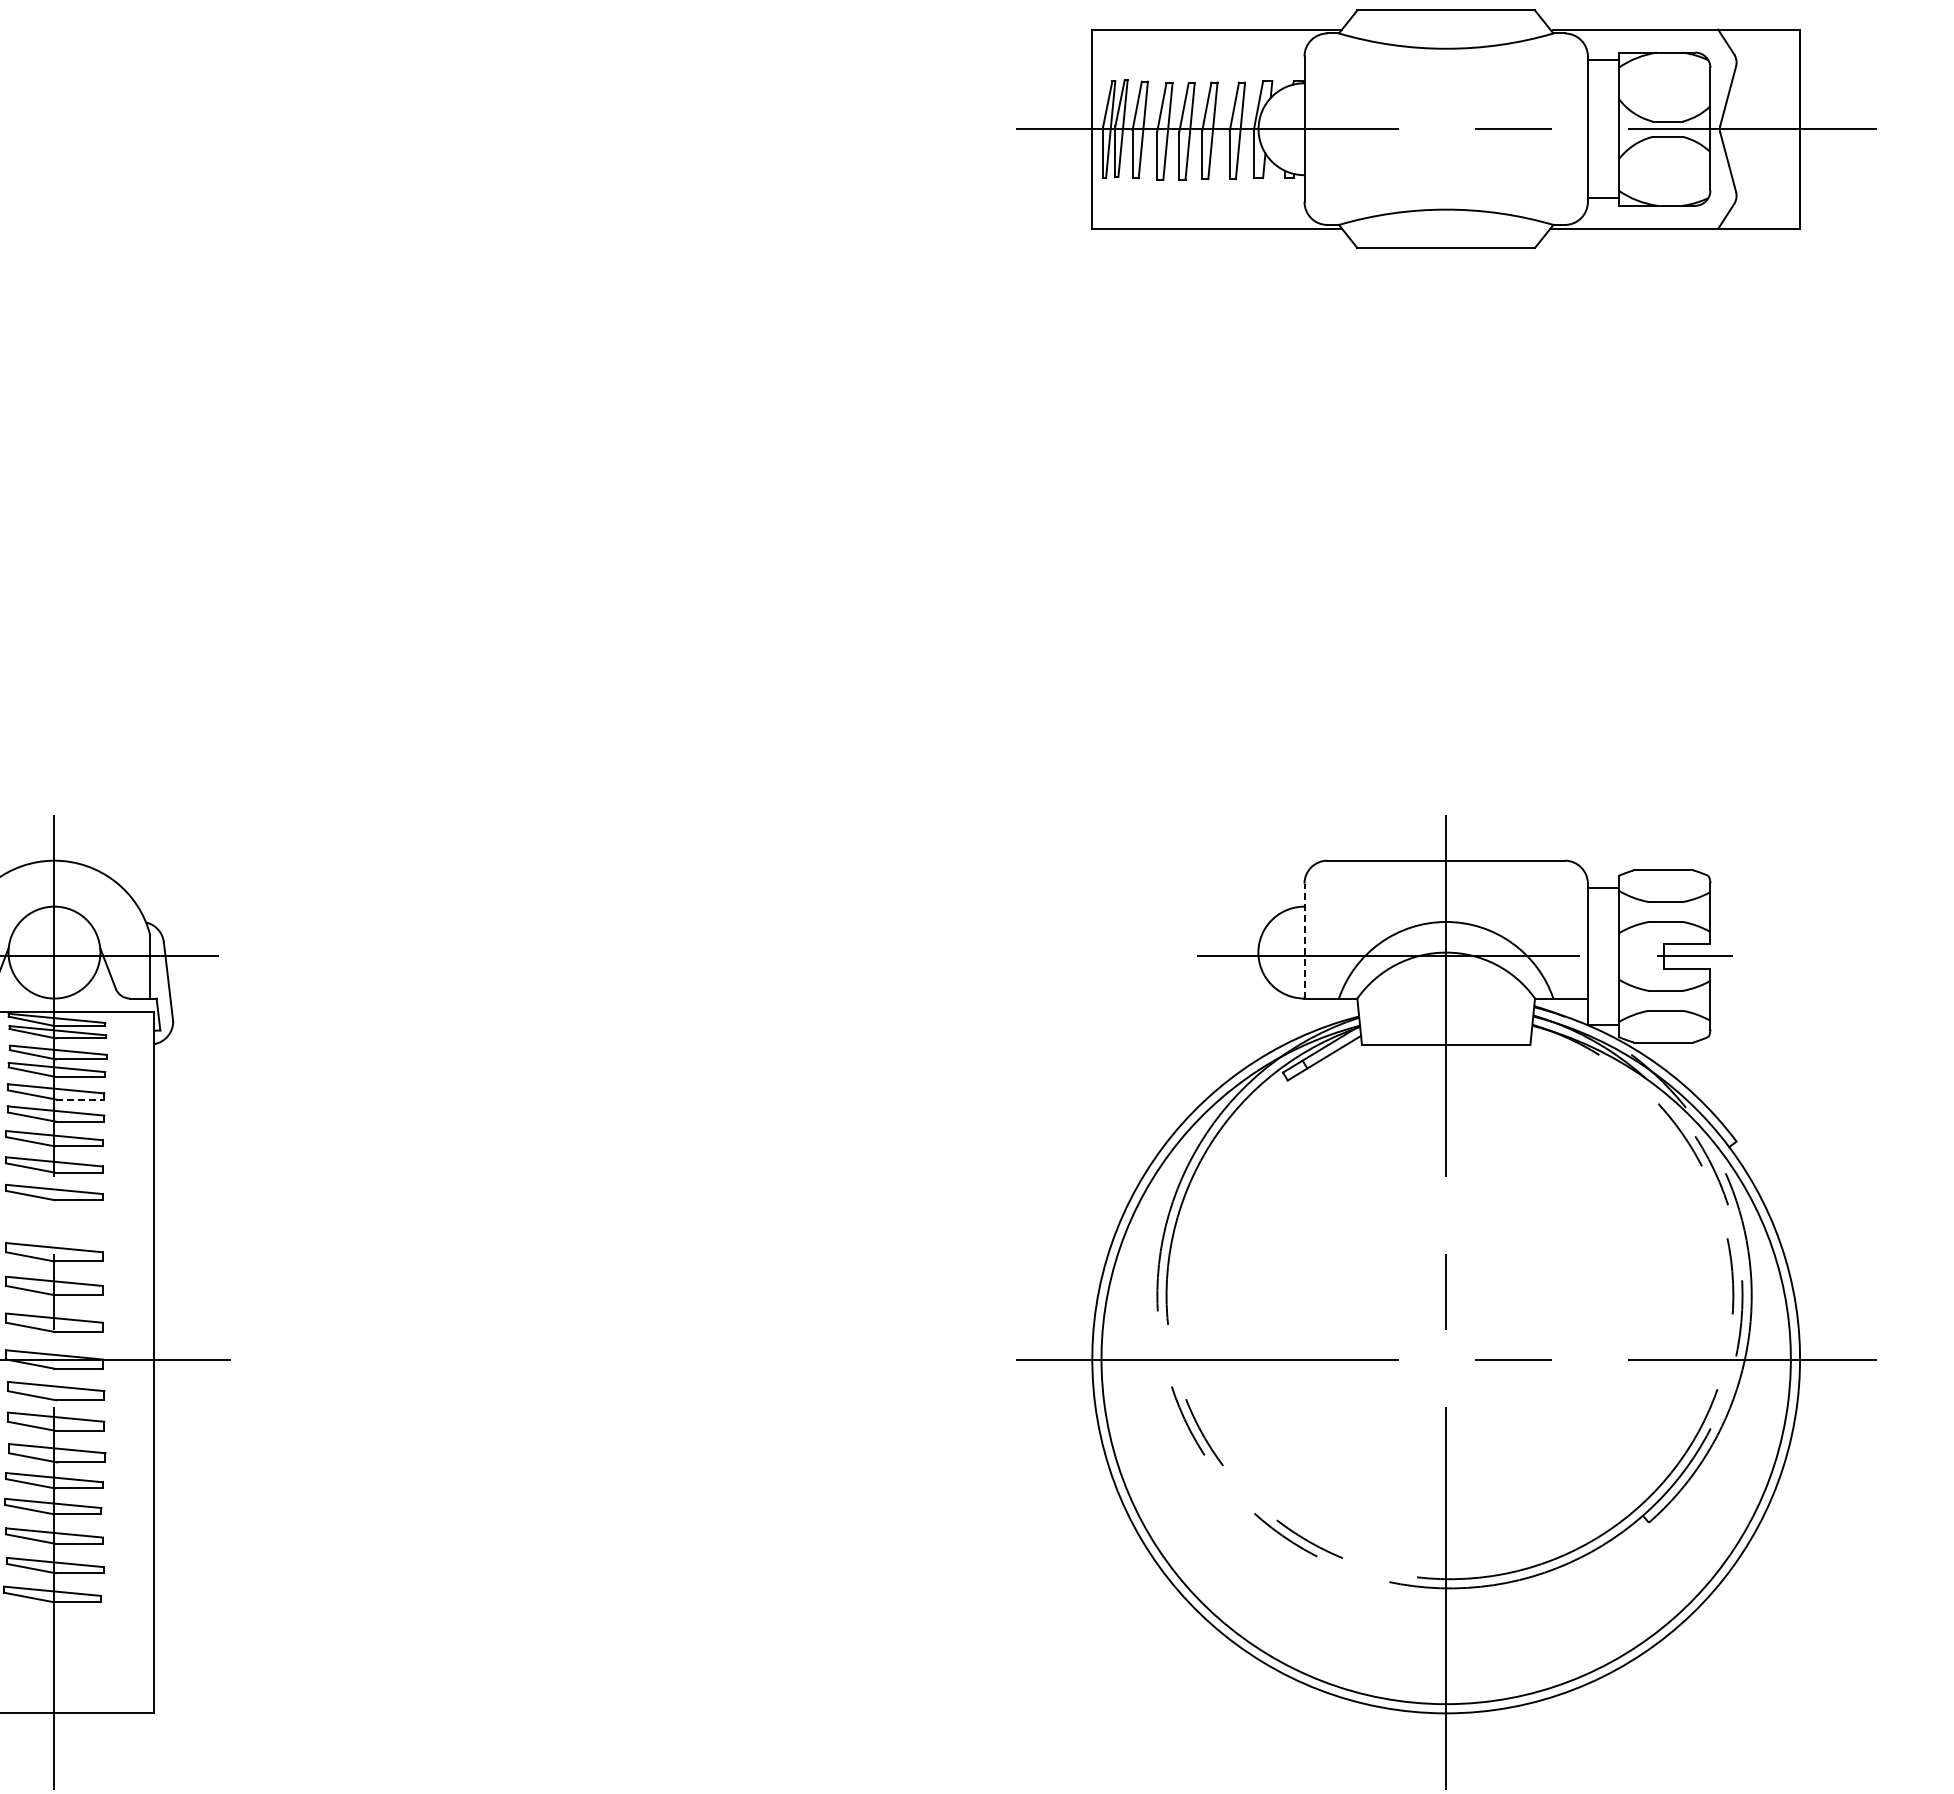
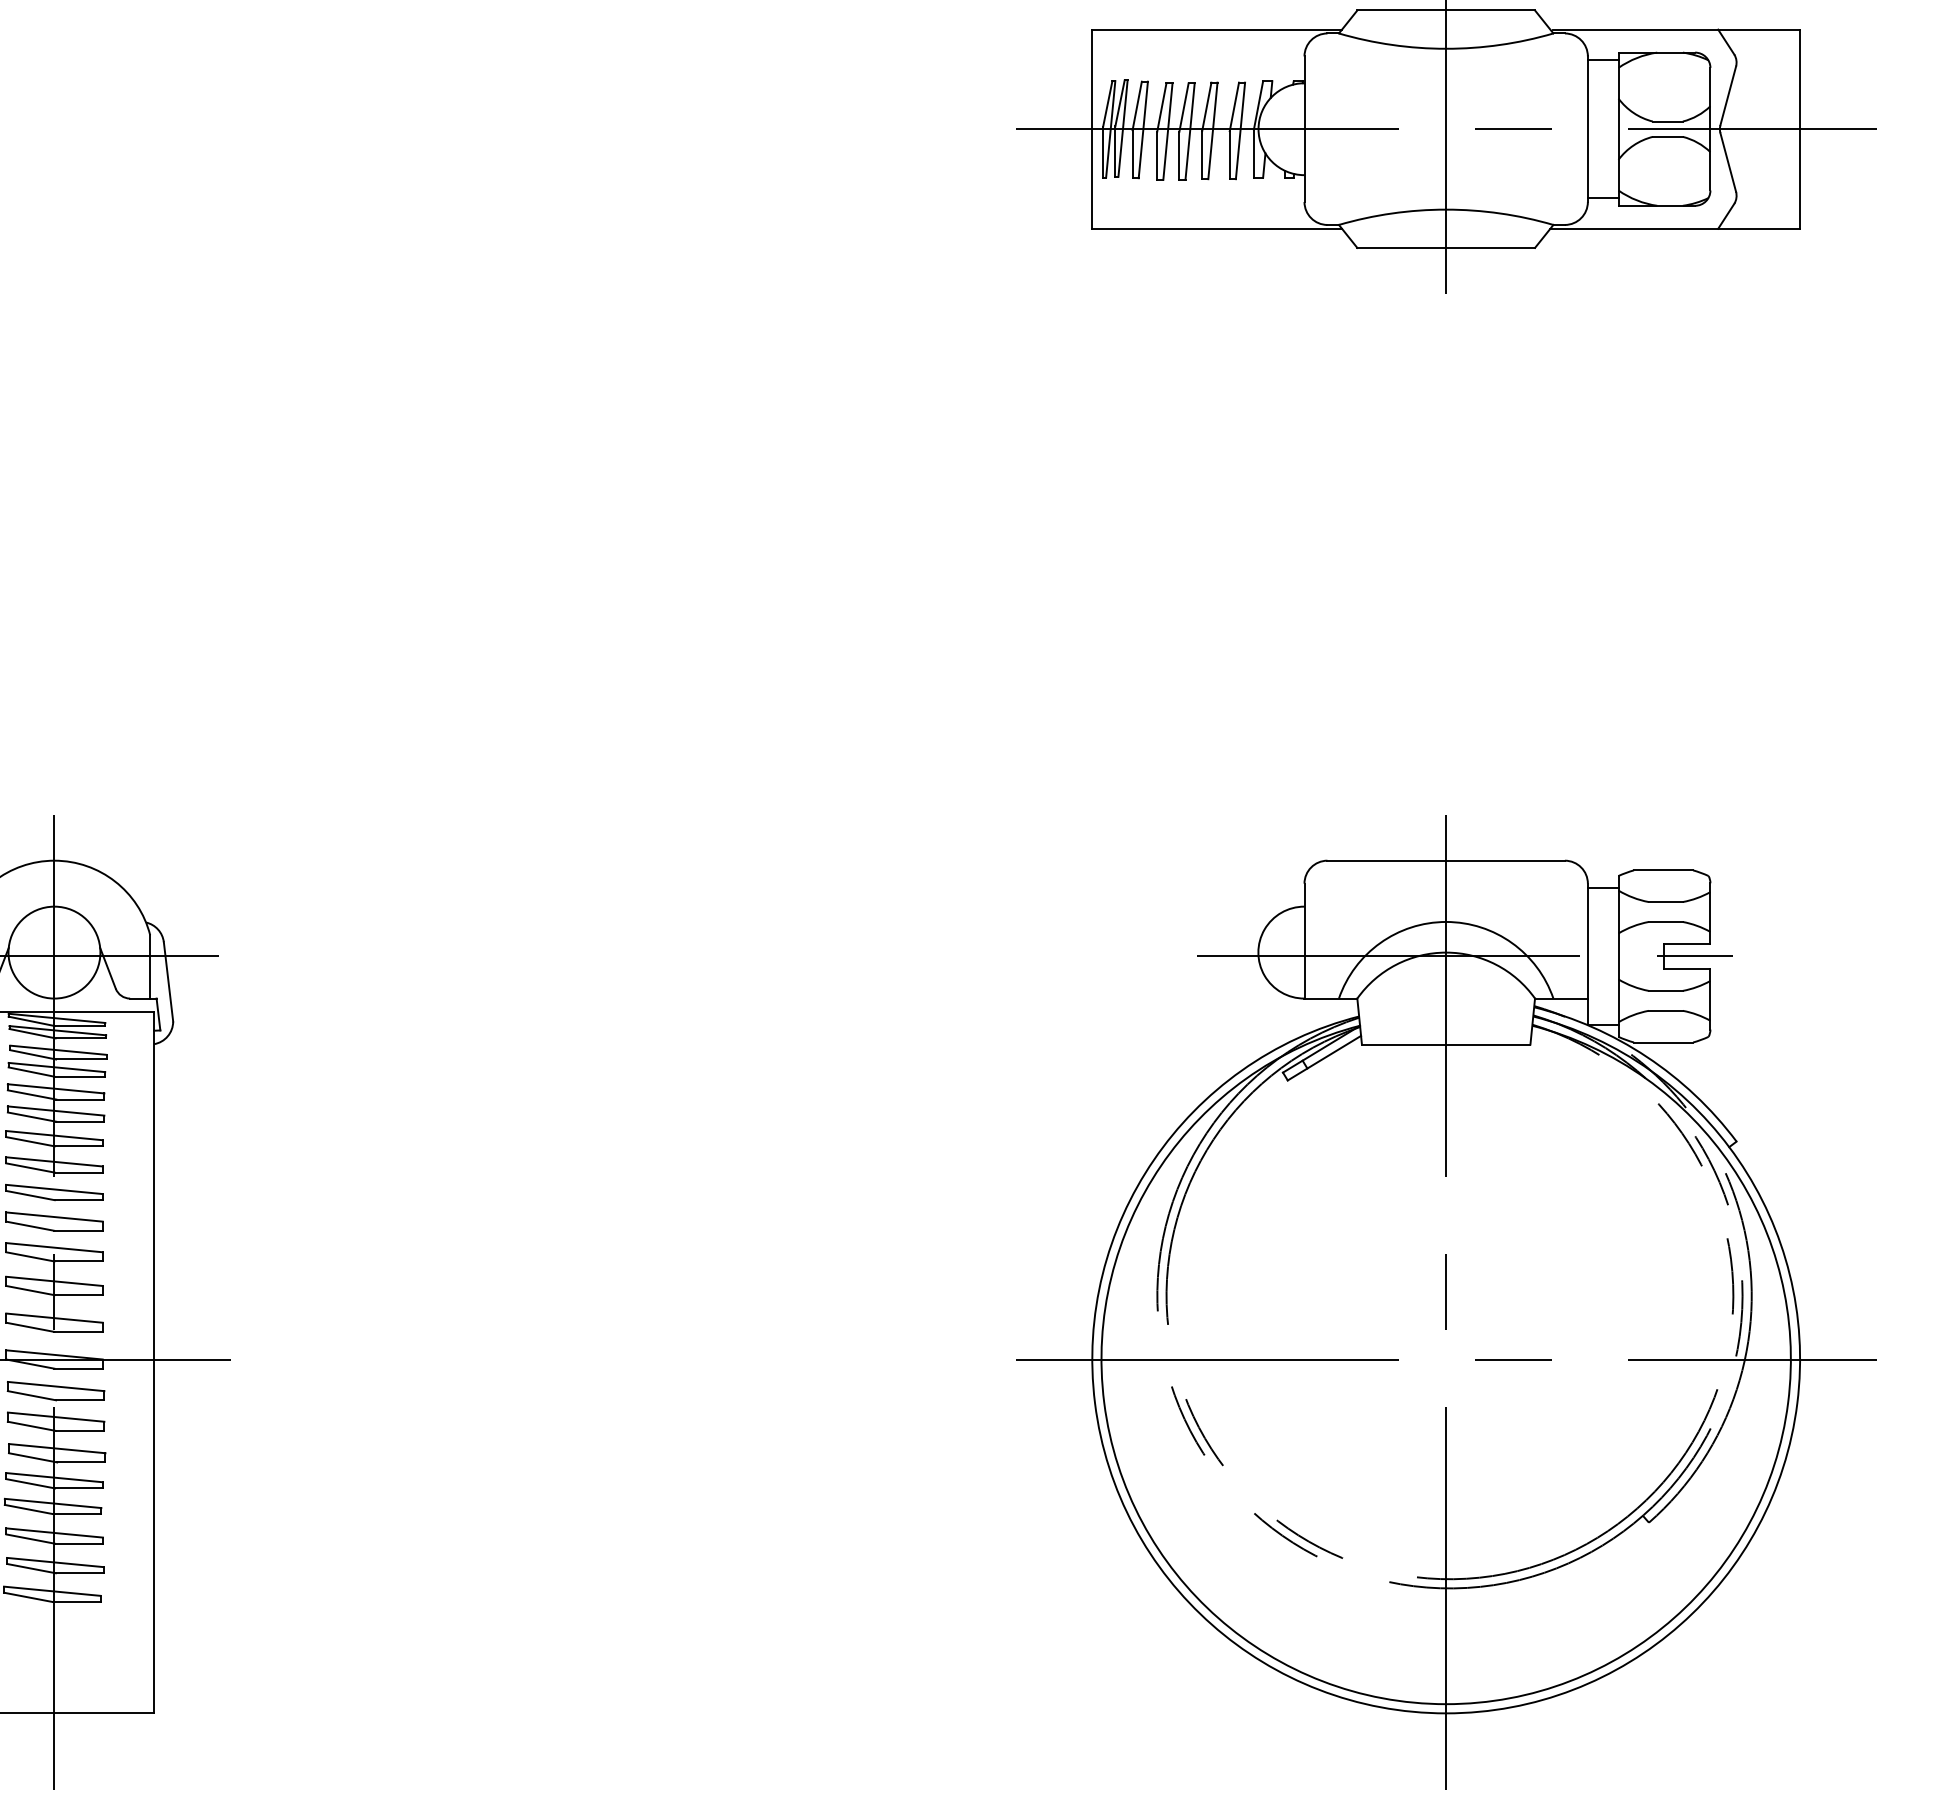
line at (1446, 147): none -> present
line at (1304, 940): dashed -> solid
line at (80, 1099): dashed -> solid
part at (54, 1221): none -> present
